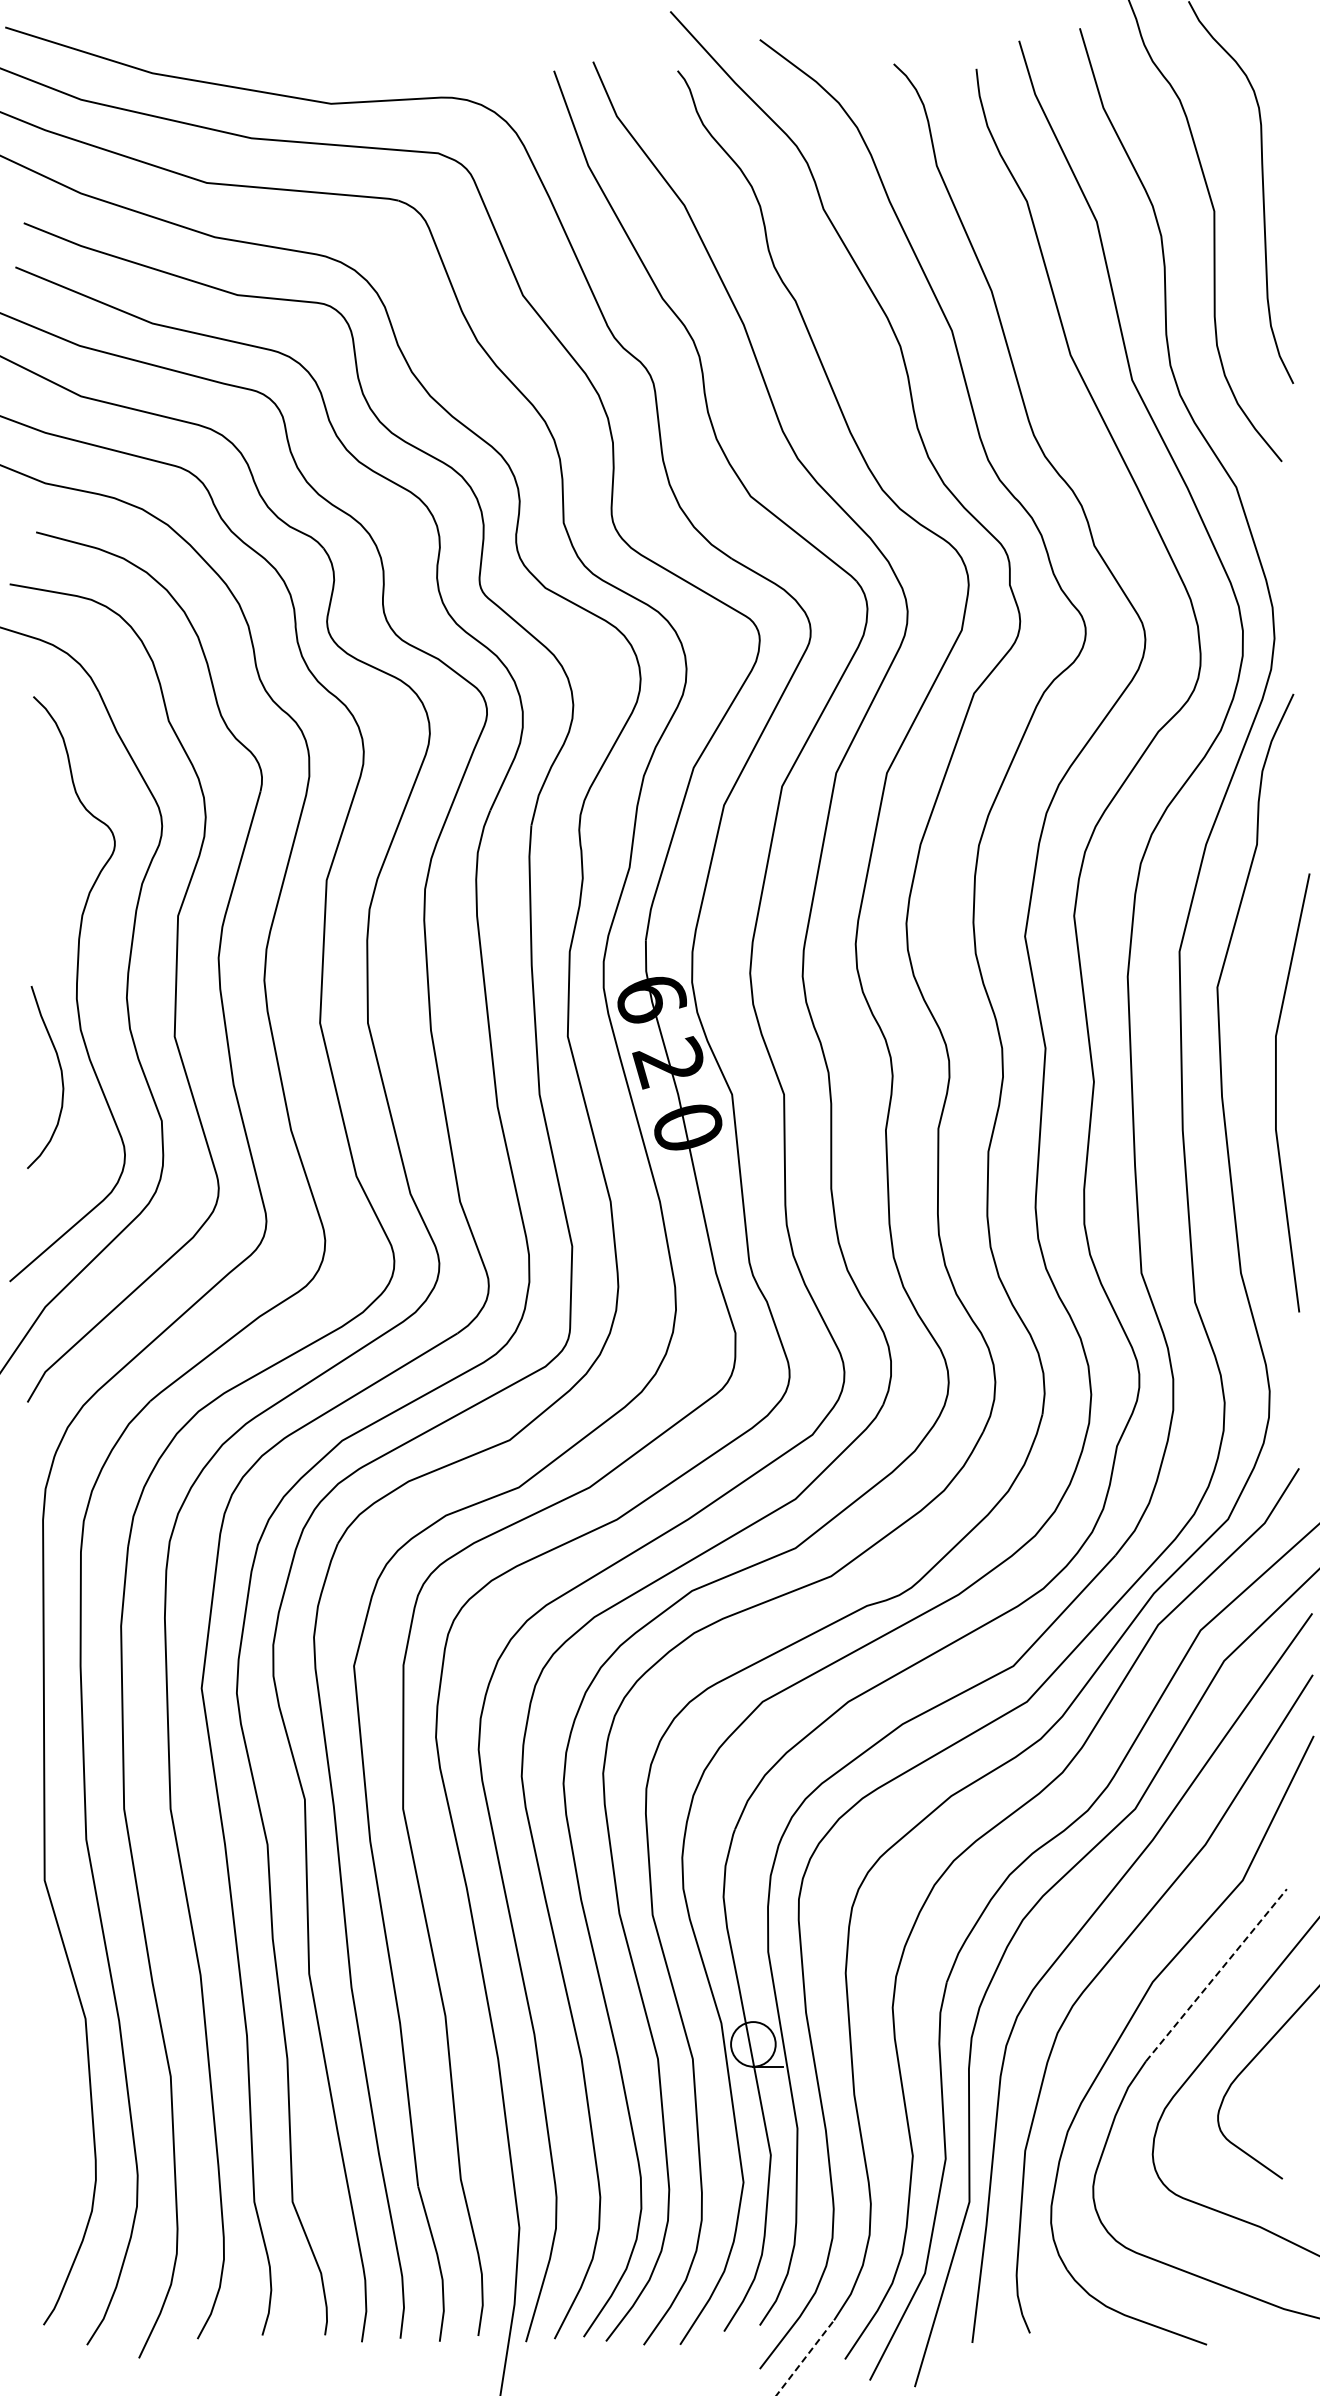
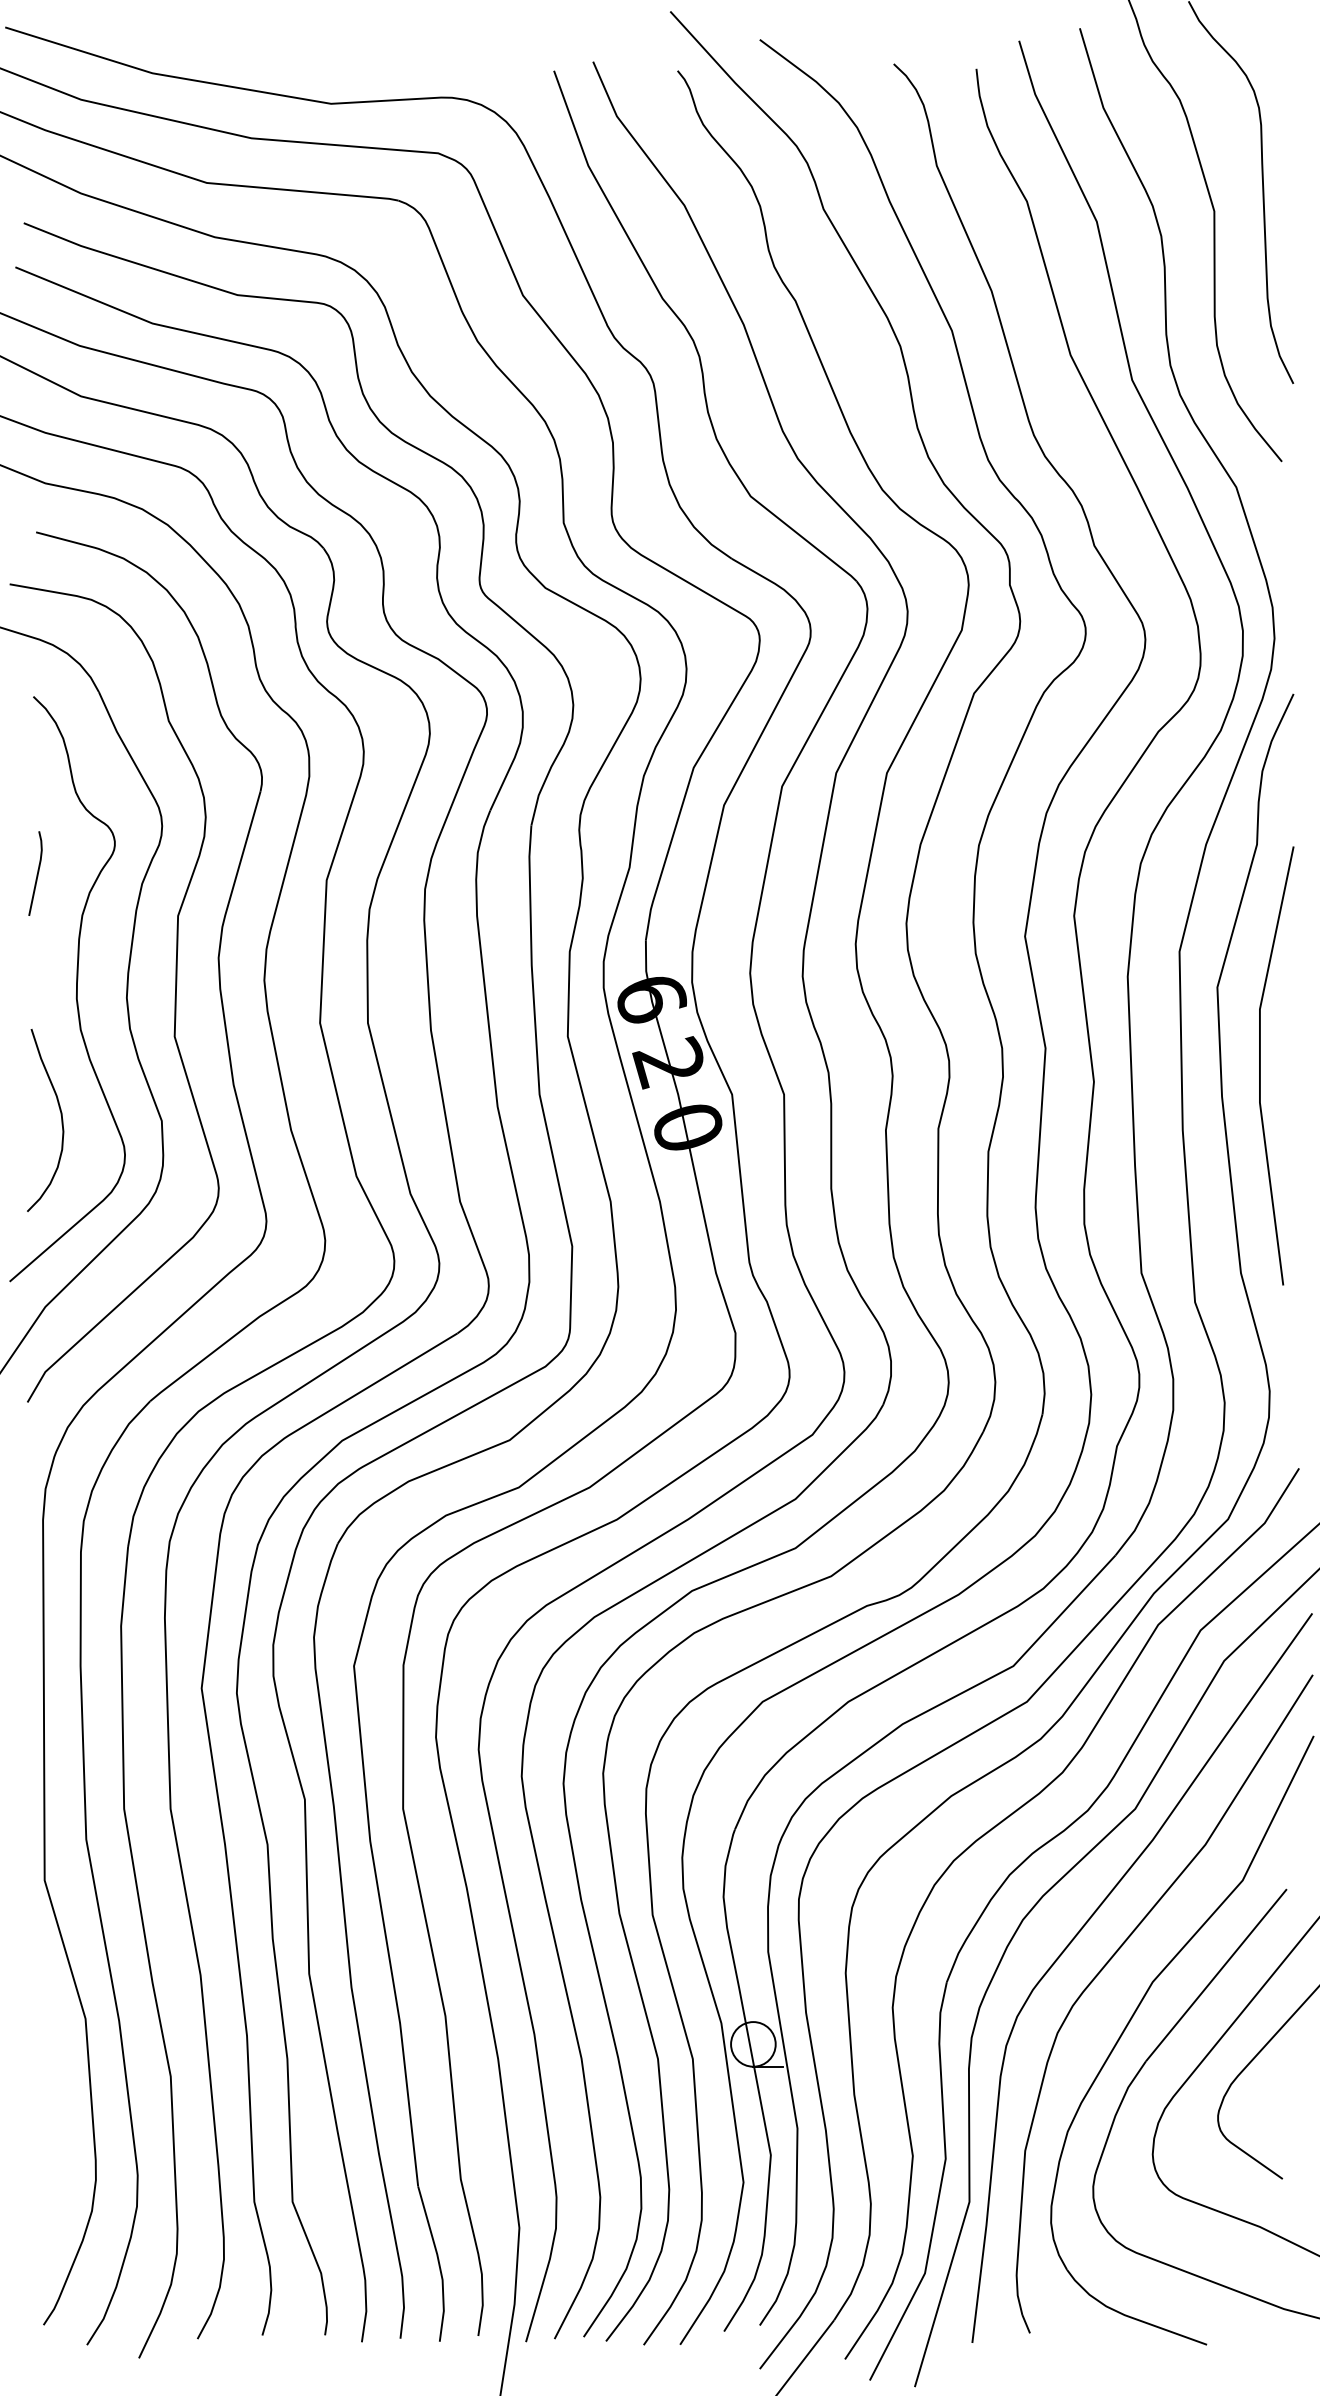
line at (36, 874): none -> present
curve at (60, 1072) position: (60, 1072) -> (60, 1115)
line at (1276, 1092) position: (1276, 1092) -> (1260, 1065)
line at (1216, 1974): dashed -> solid
line at (805, 2357): dashed -> solid
